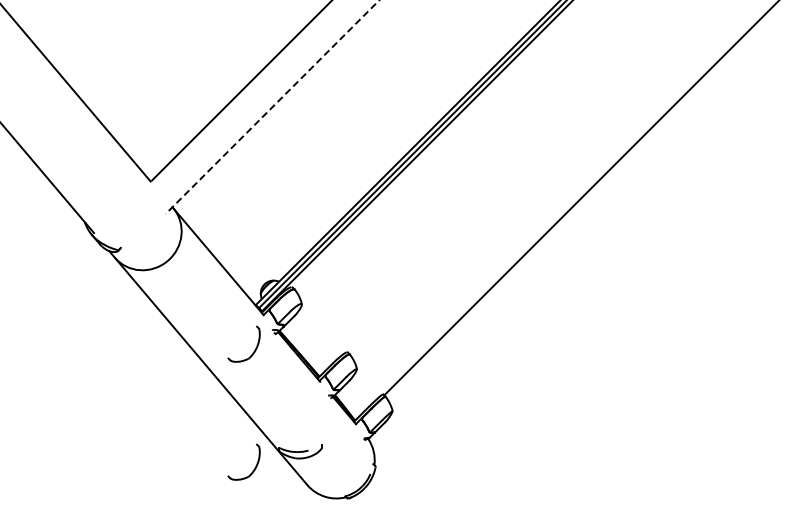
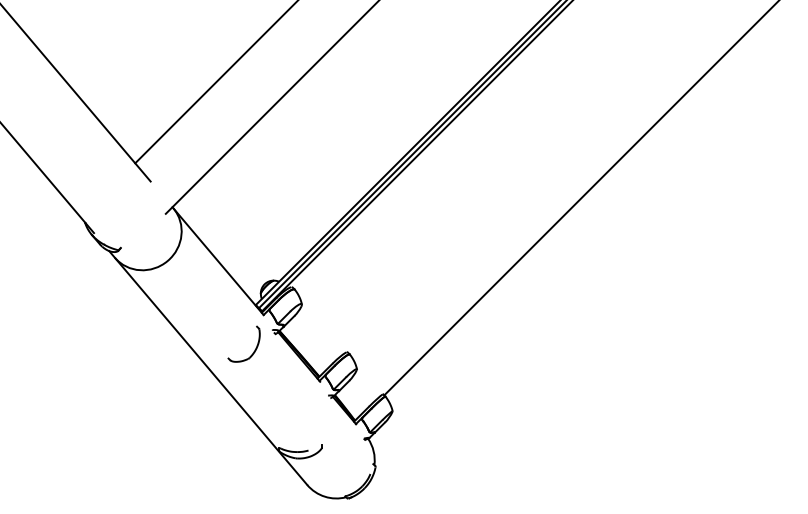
line at (240, 91) position: (240, 91) -> (215, 82)
line at (272, 107): dashed -> solid
part at (254, 467): present -> none
